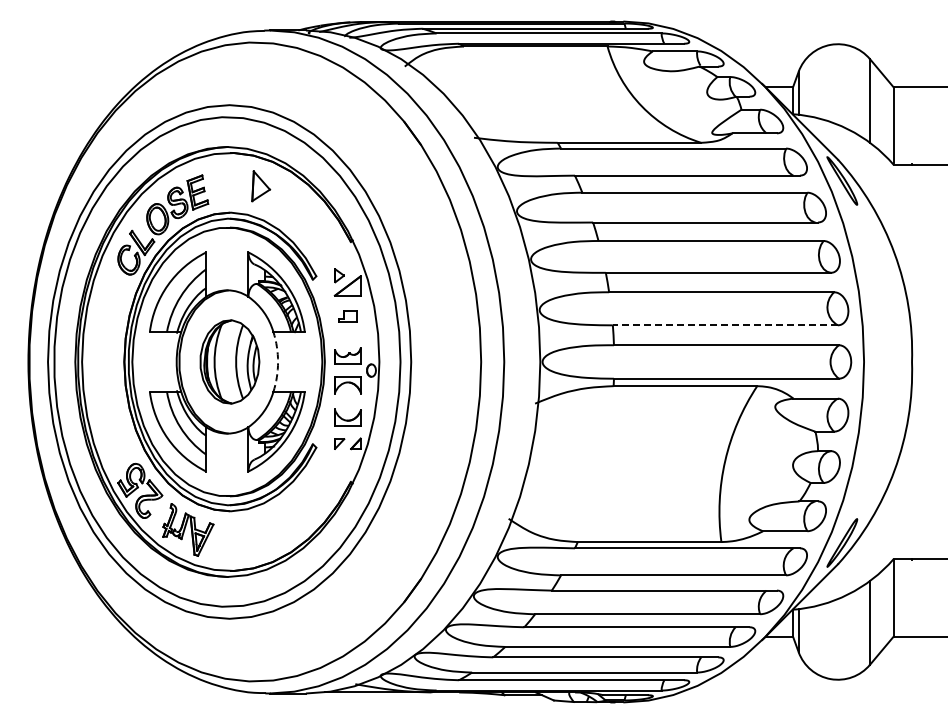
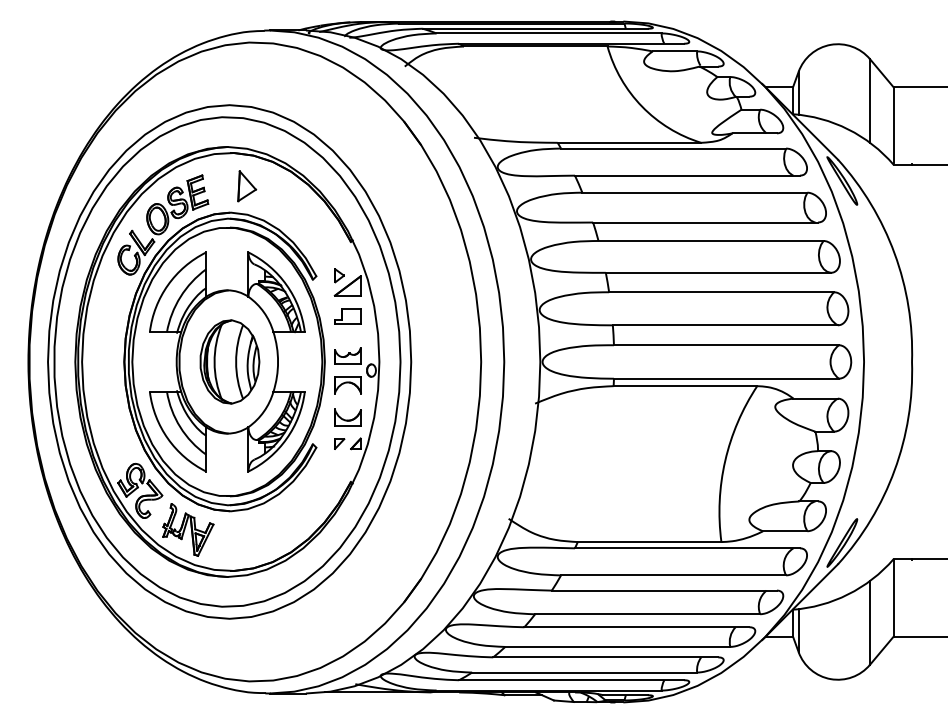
part at (261, 186) position: (261, 186) -> (247, 186)
part at (347, 316) size: 20x13 px -> 28x17 px
line at (725, 325): dashed -> solid
arc at (278, 361): dashed -> solid
